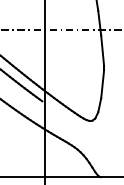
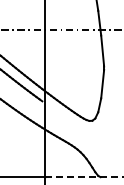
line at (84, 177): solid -> dashed
